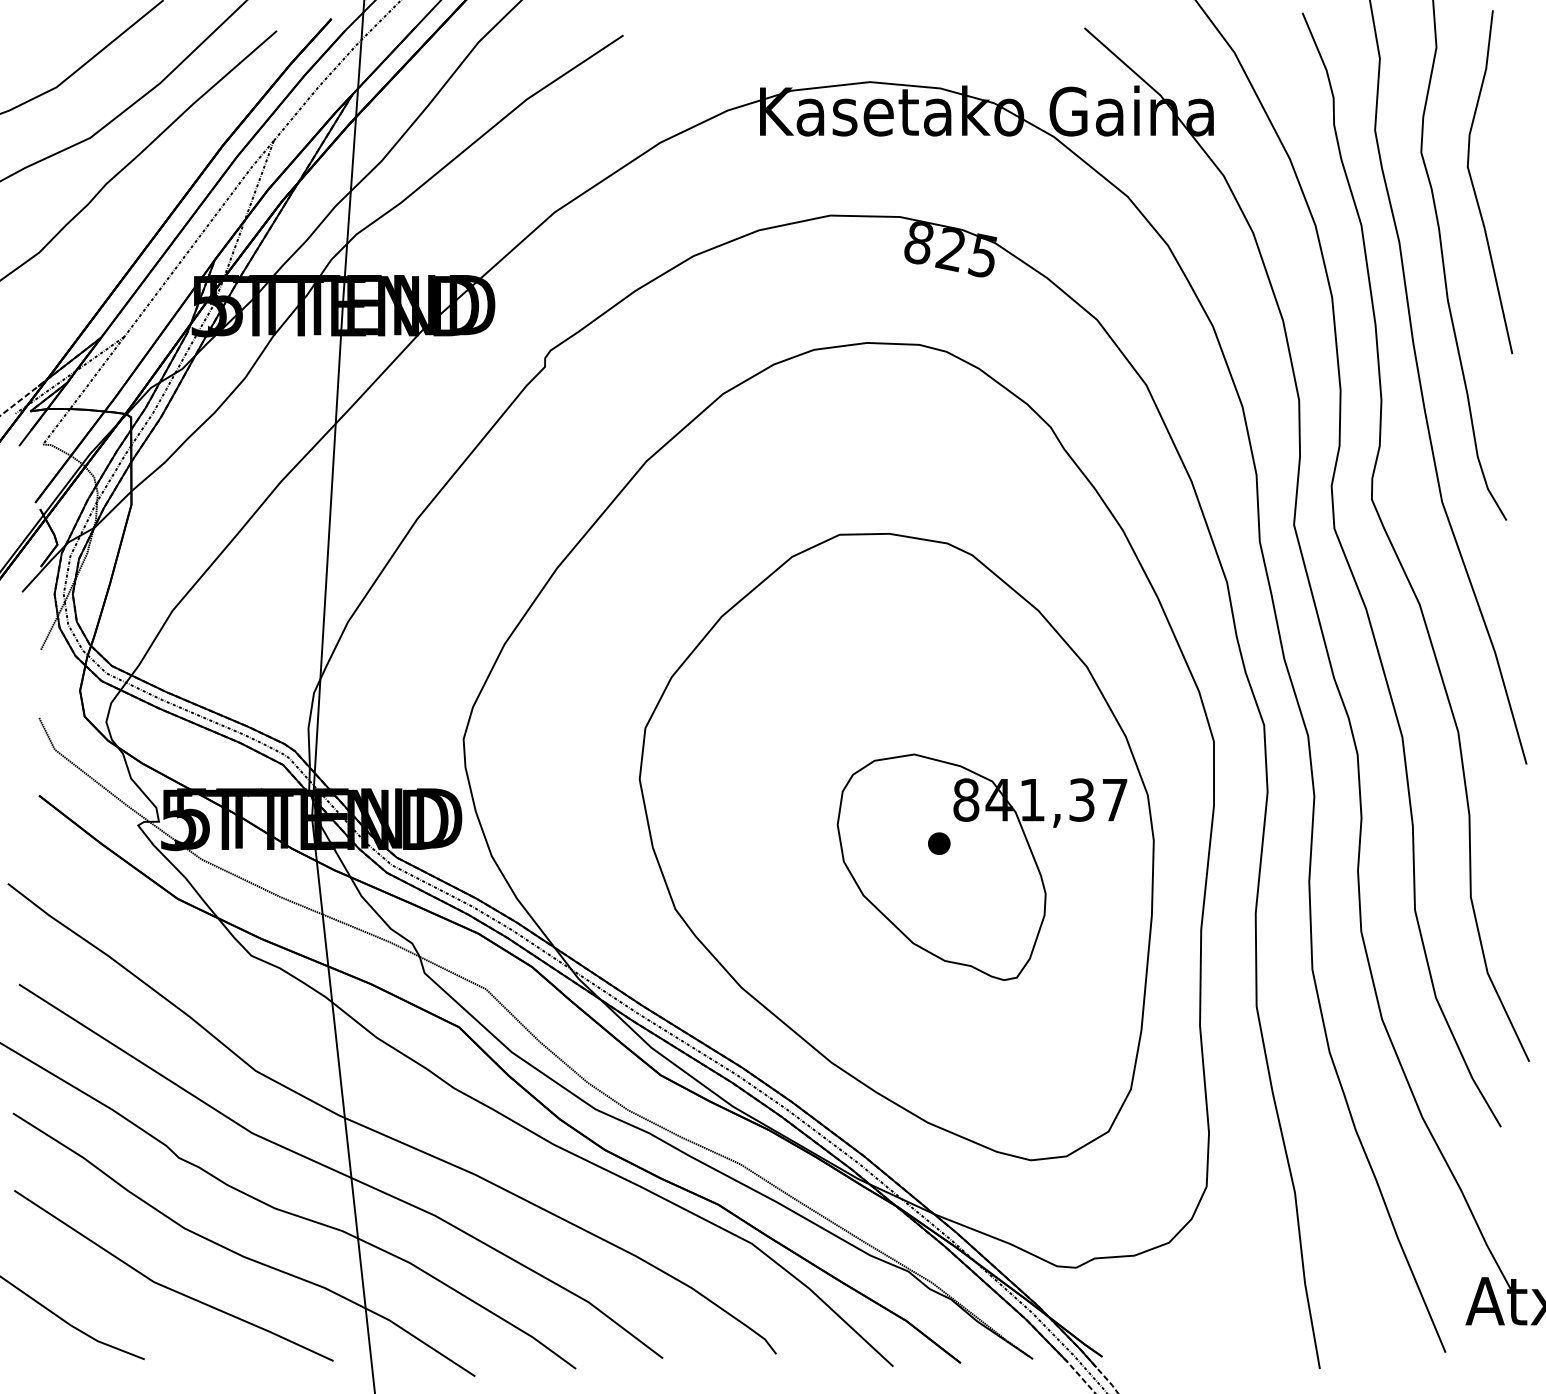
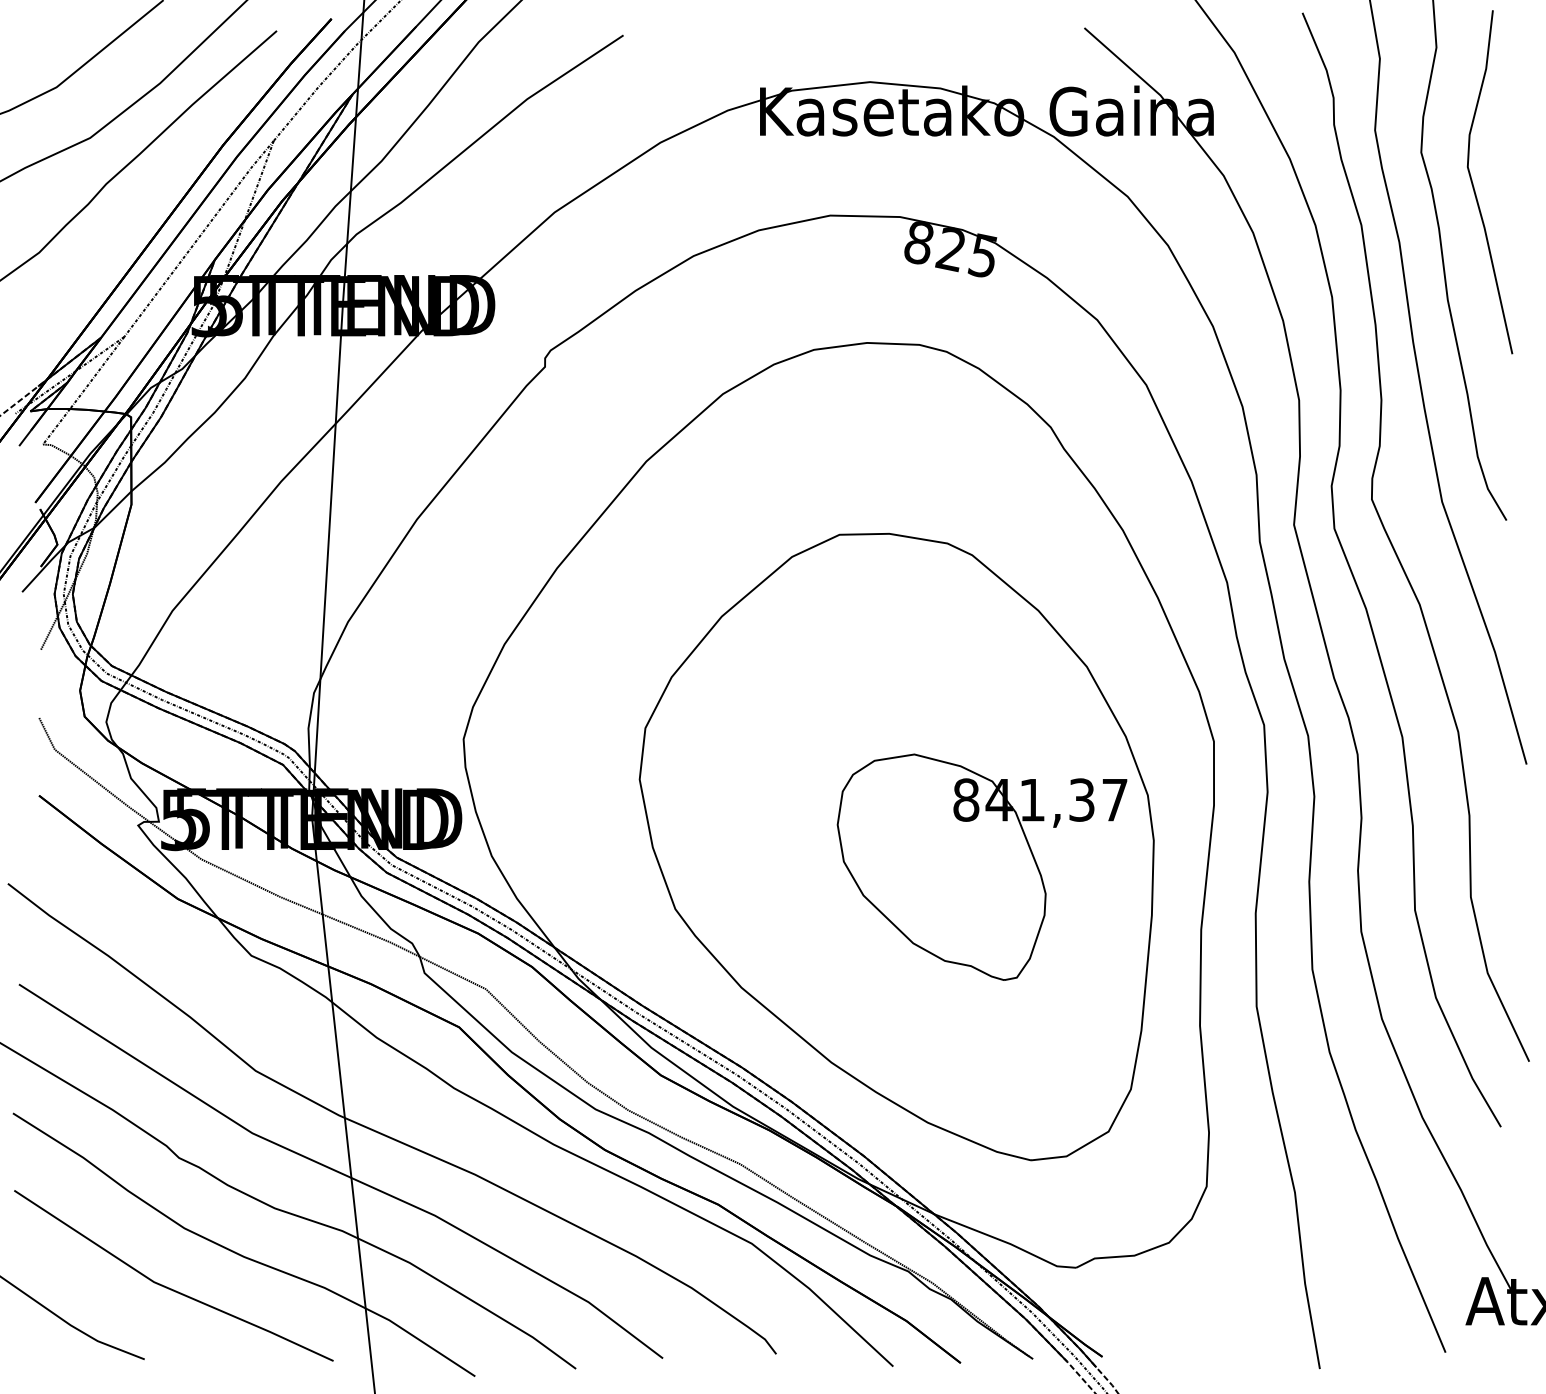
part at (939, 843): present -> none
